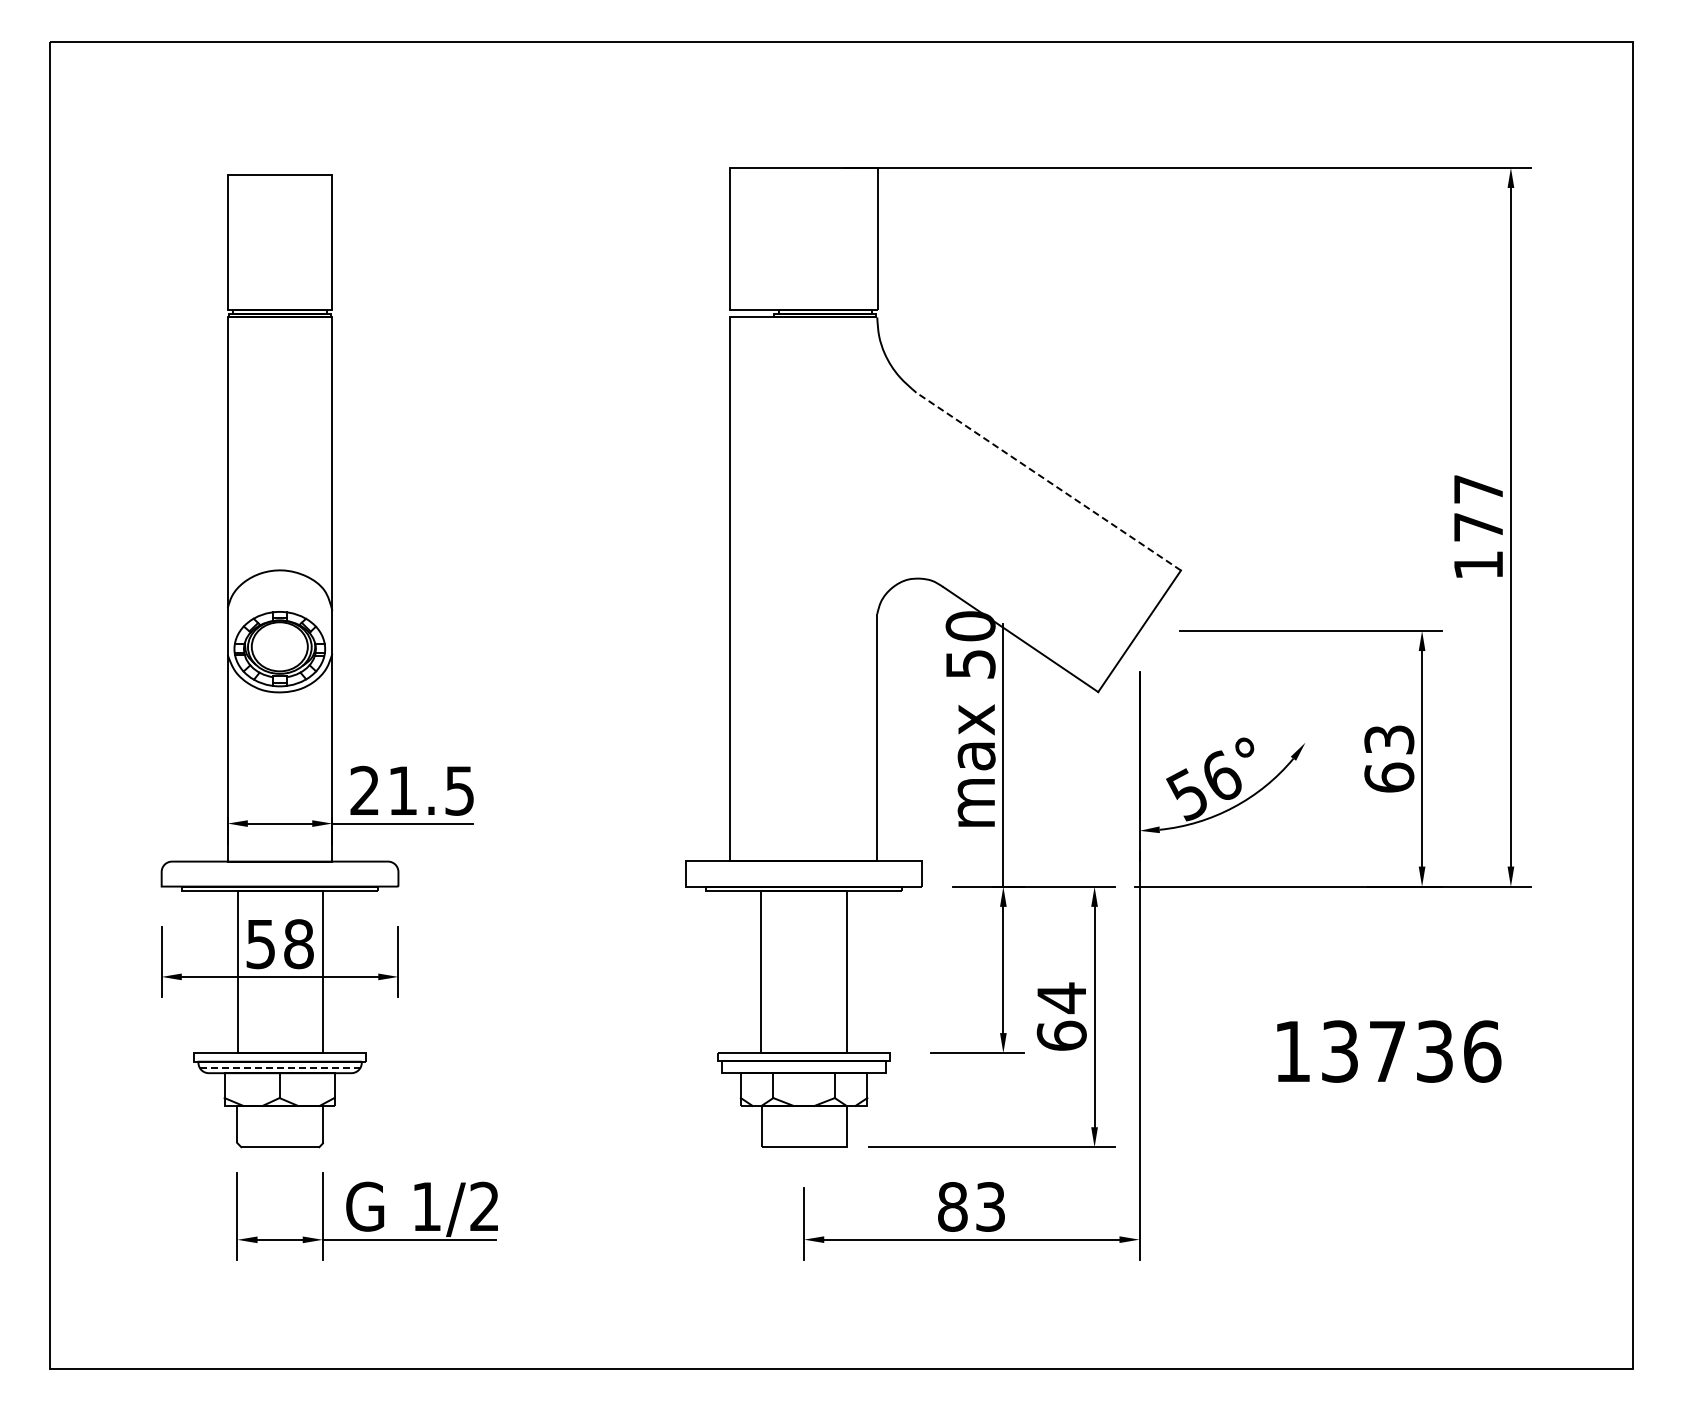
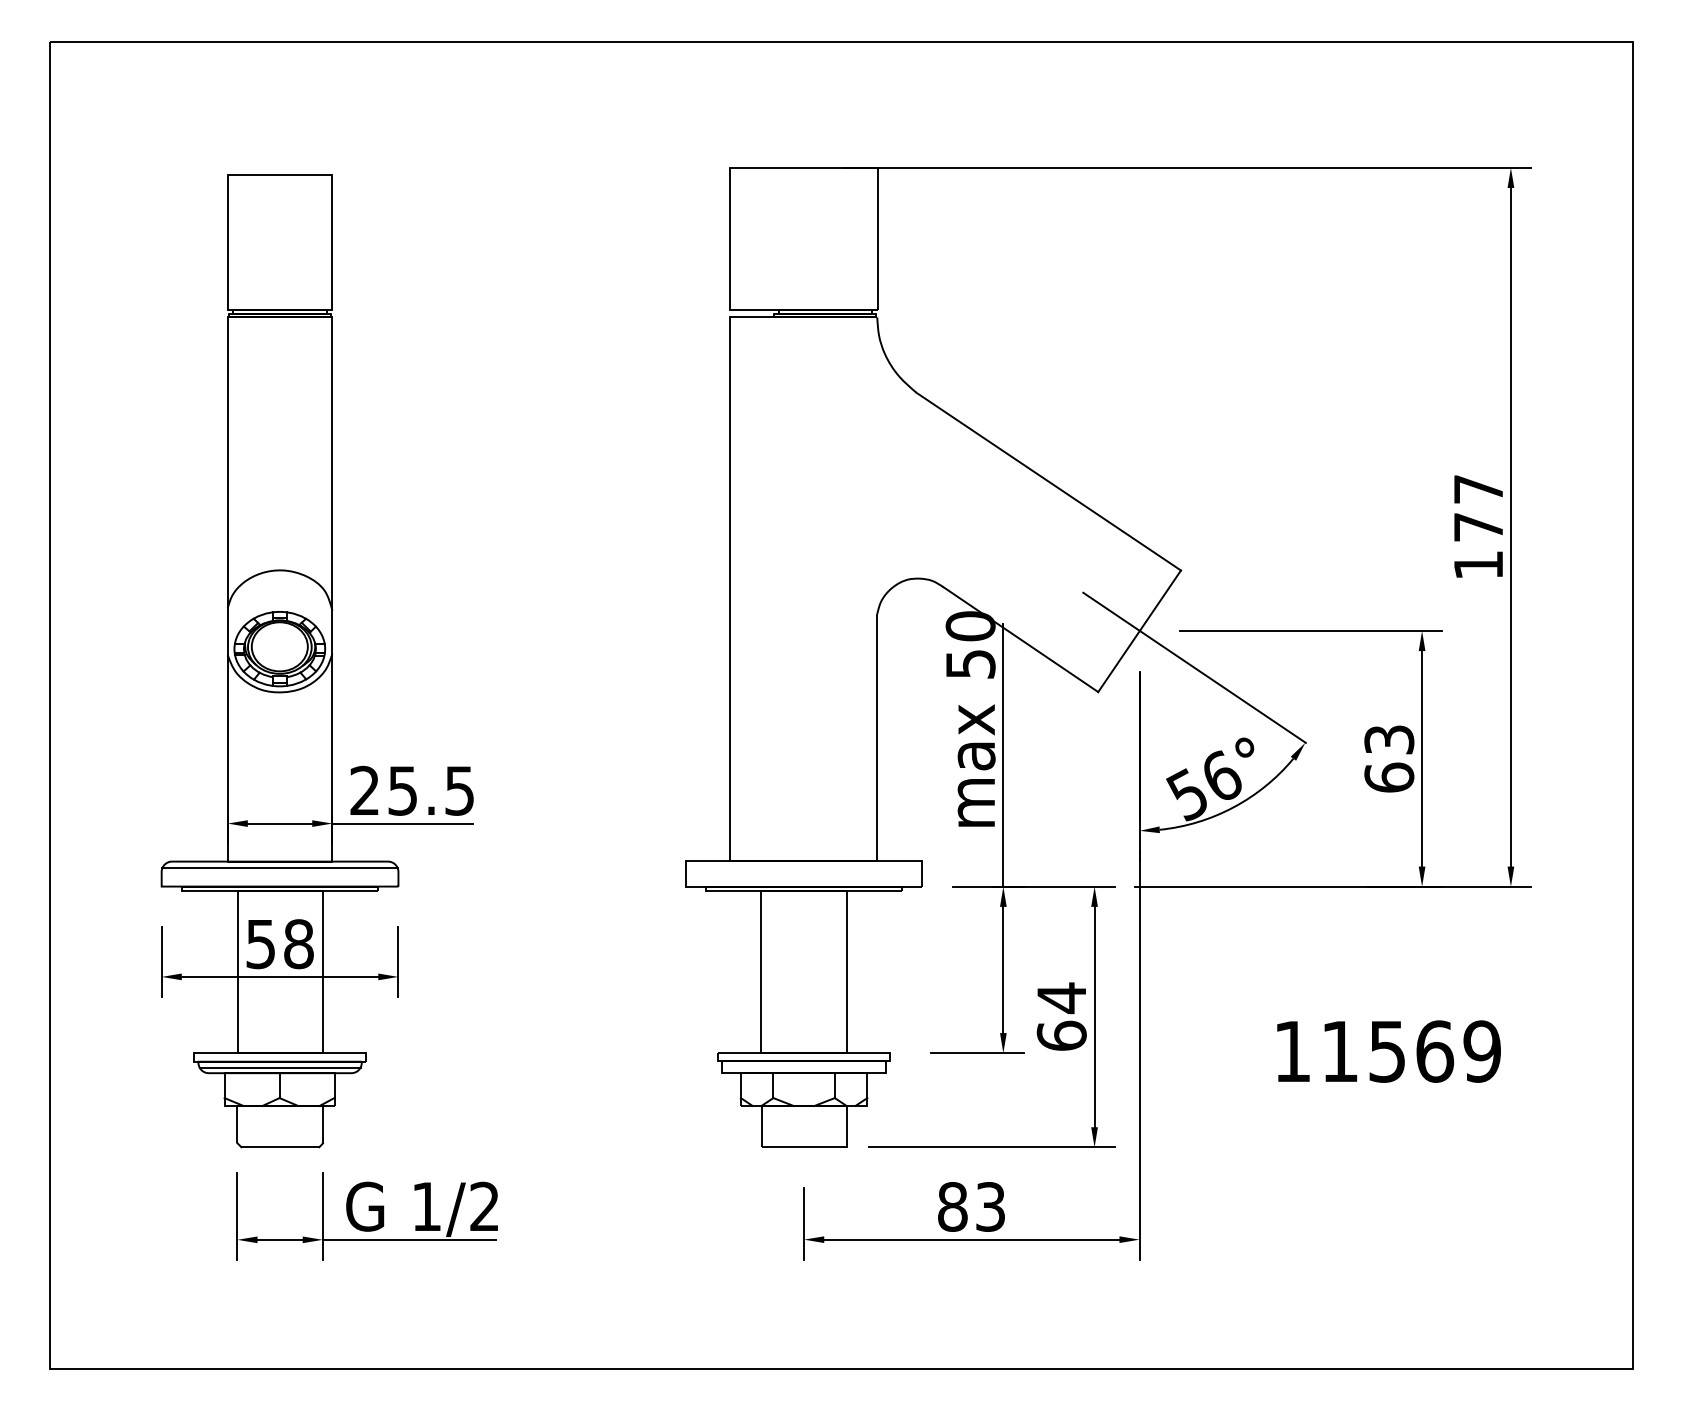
line at (1048, 481): dashed -> solid
line at (1194, 667): none -> present
text at (402, 790): 21.5 -> 25.5
line at (279, 868): none -> present
text at (1411, 1051): 13736 -> 11569
line at (280, 1067): dashed -> solid
